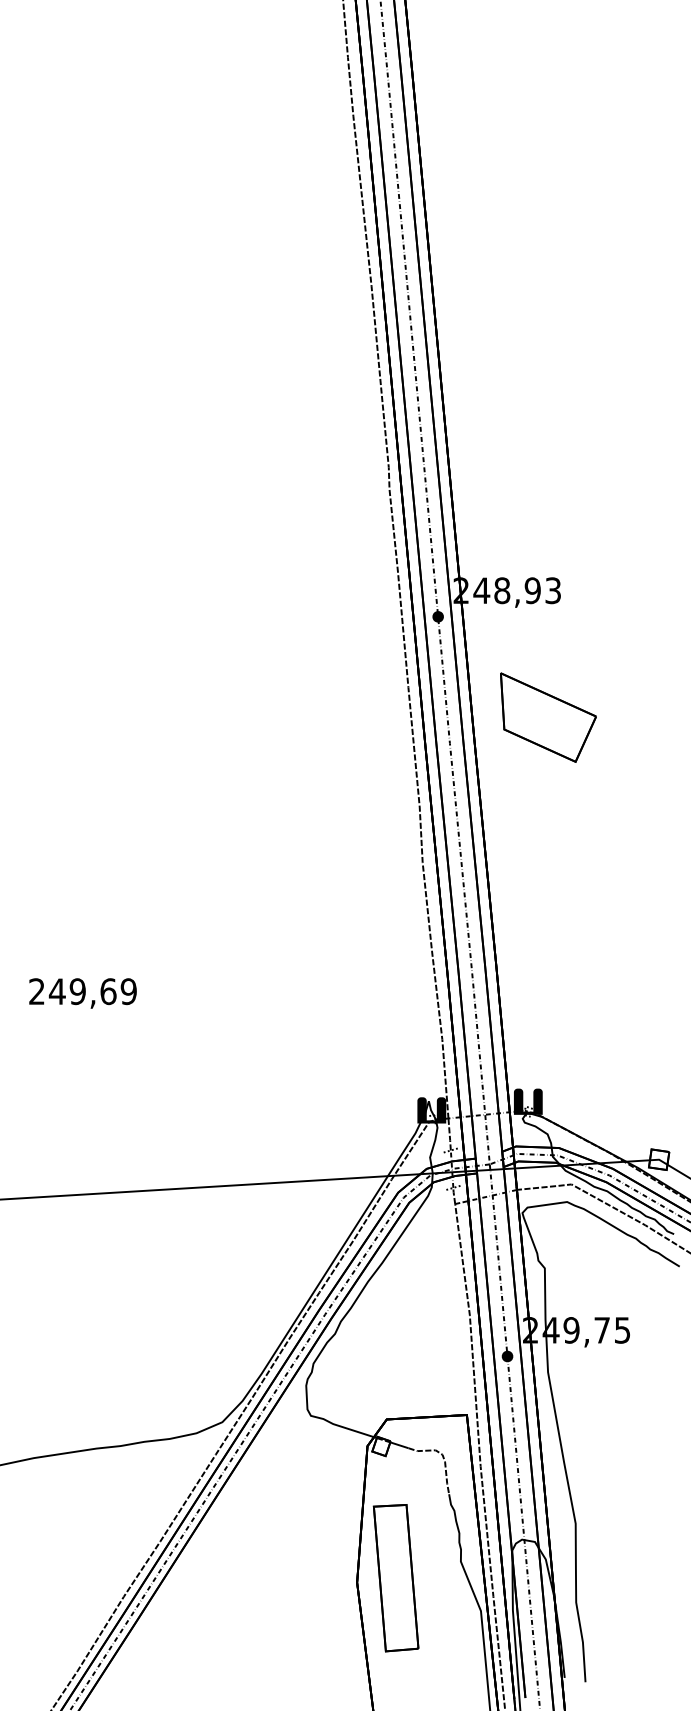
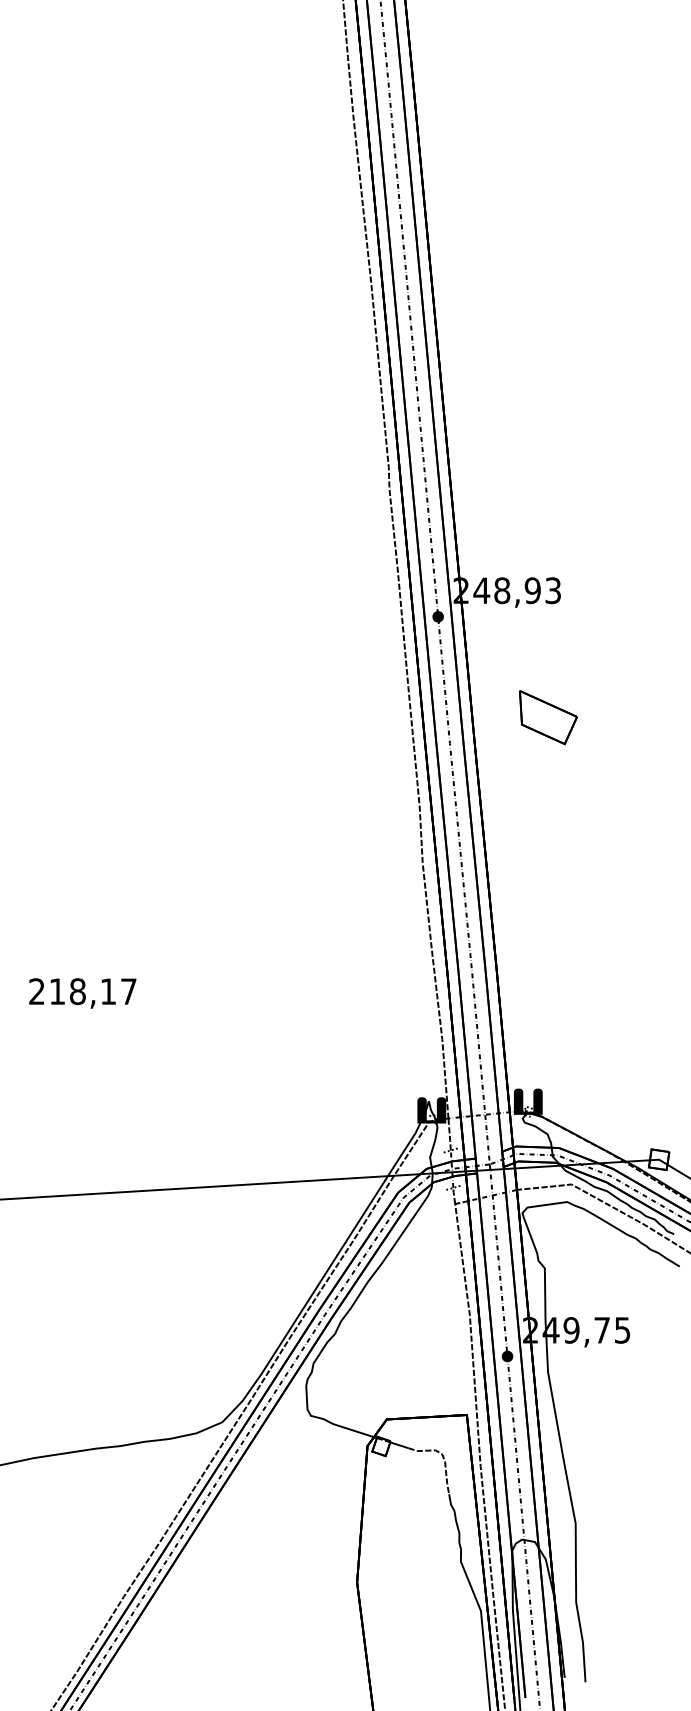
part at (548, 717) size: 97x91 px -> 59x56 px
text at (92, 991): 249,69 -> 218,17
part at (395, 1578): present -> none
